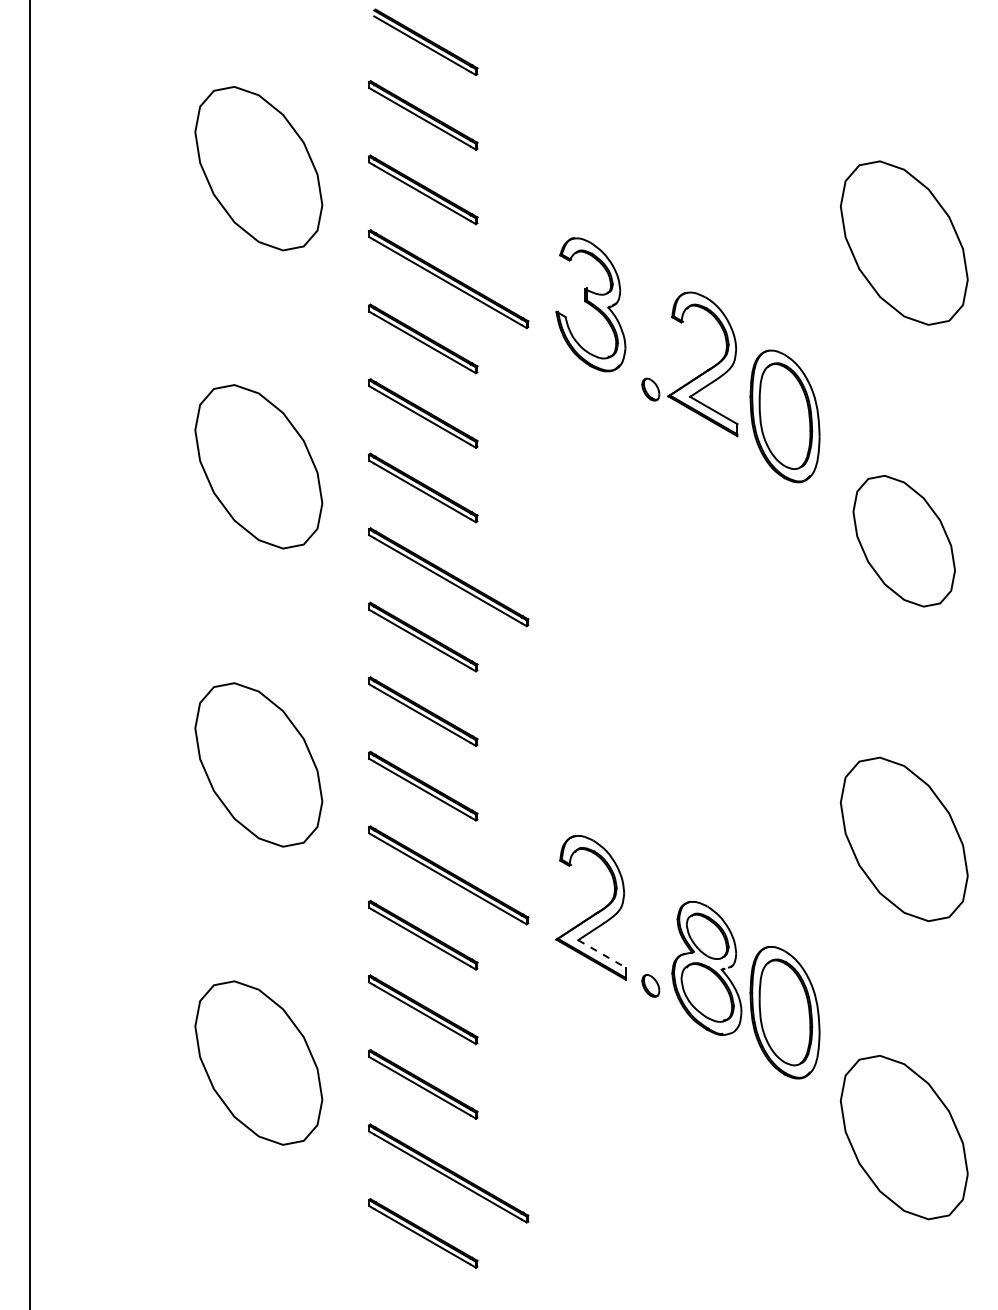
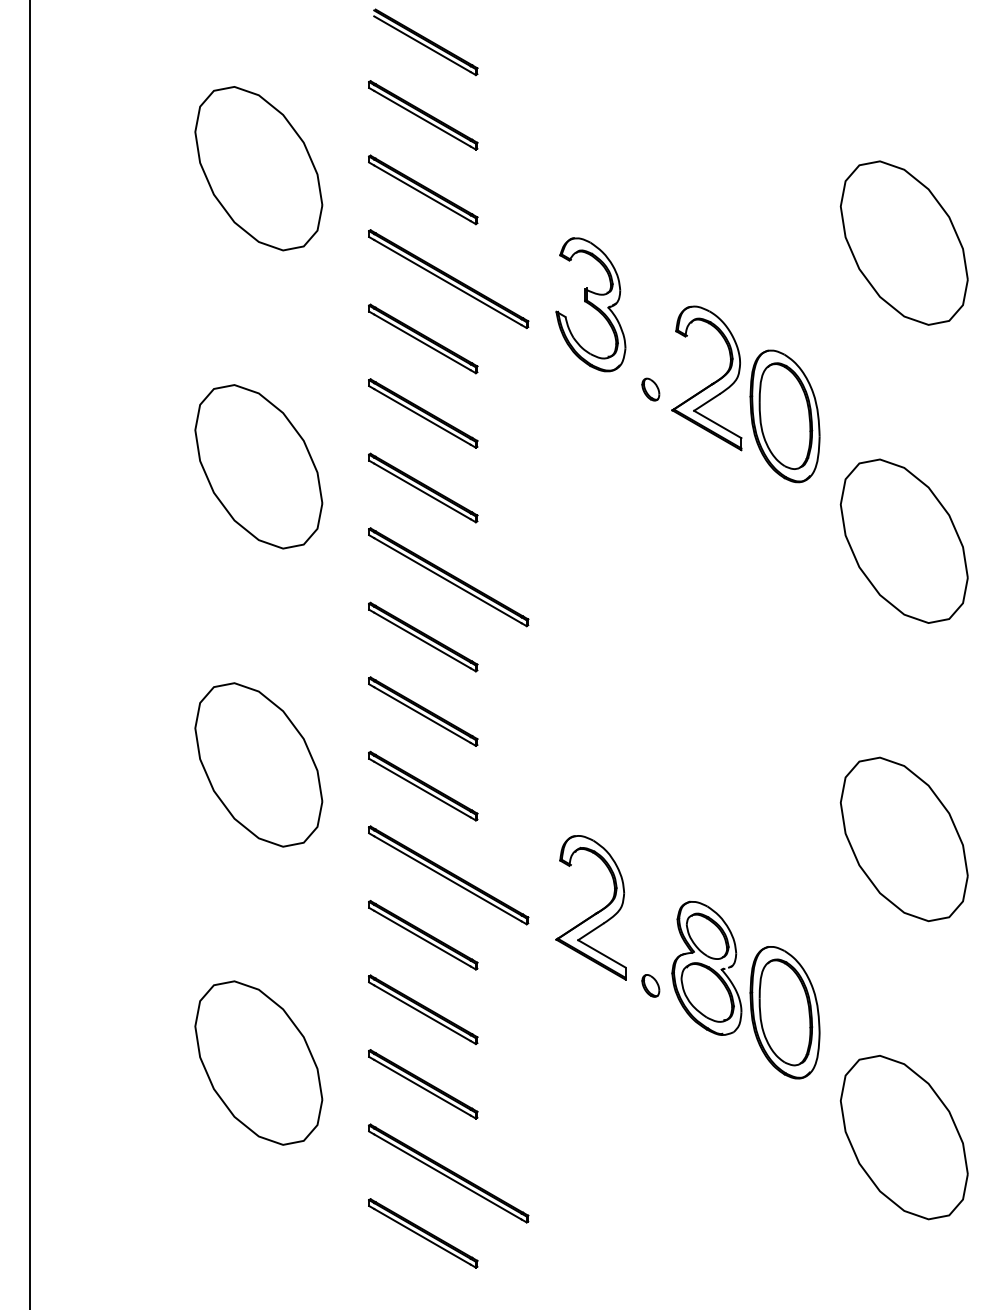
part at (705, 370) position: (705, 370) -> (709, 384)
part at (903, 540) size: 104x134 px -> 130x166 px
line at (602, 954): dashed -> solid
